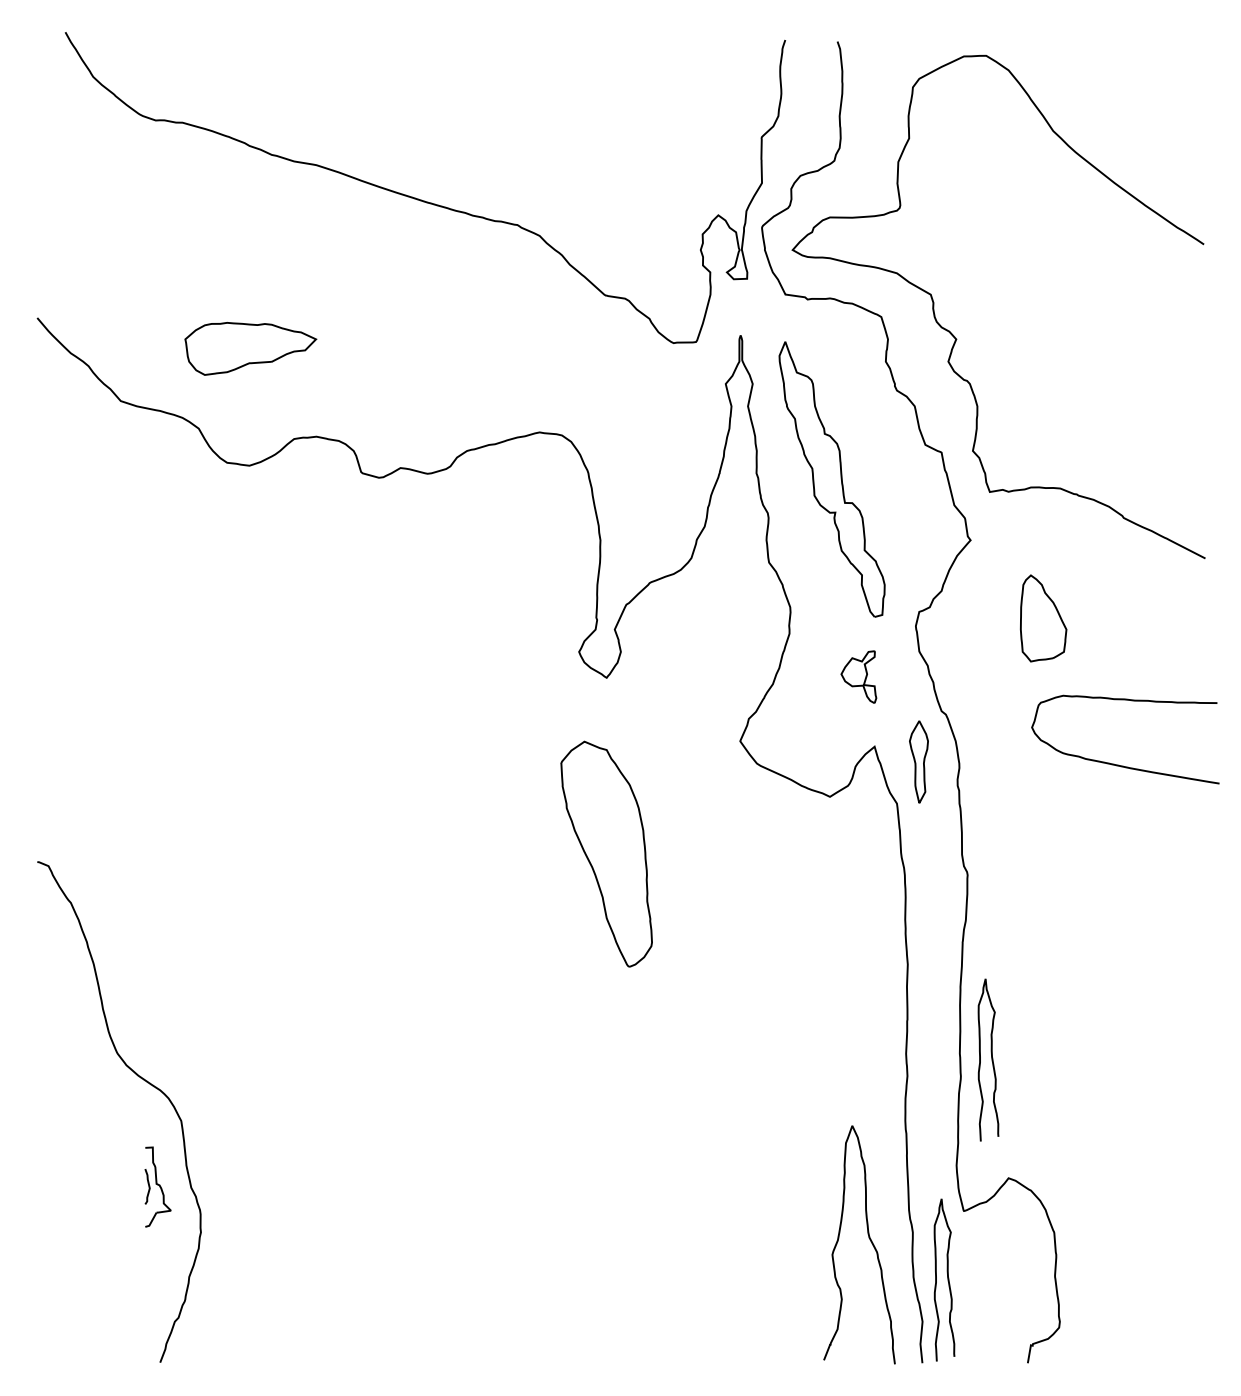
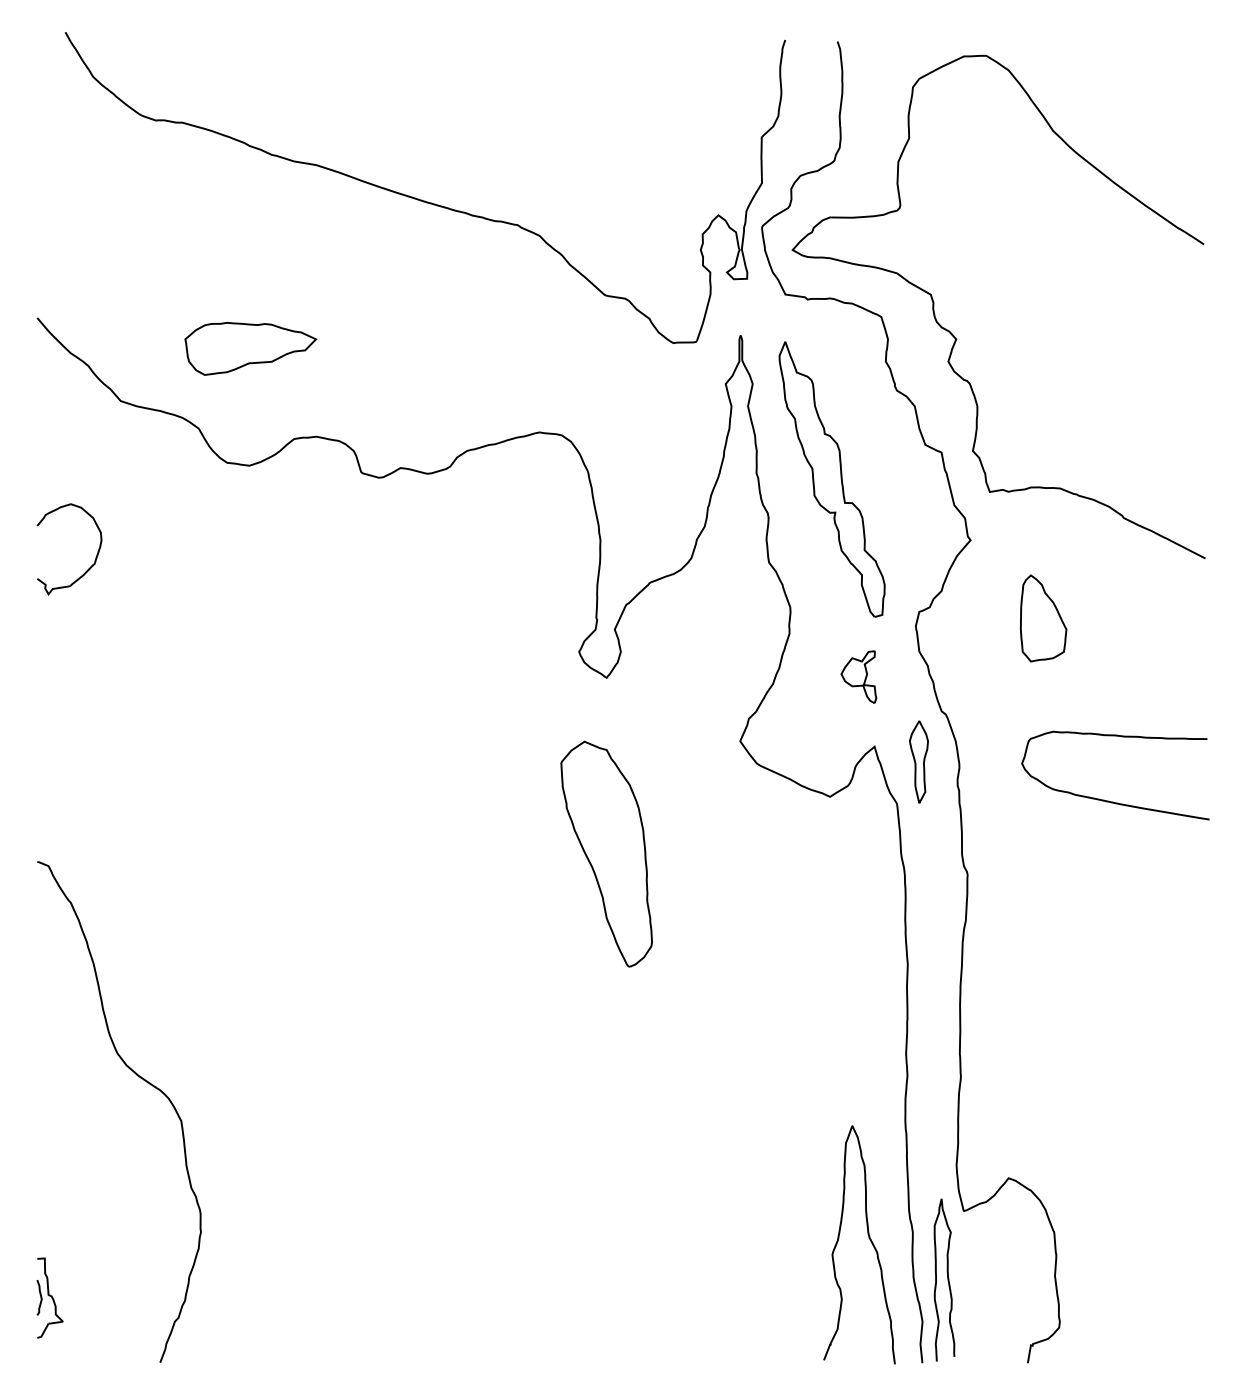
part at (88, 568): none -> present
curve at (1118, 764) position: (1118, 764) -> (1108, 800)
curve at (991, 1059): present -> none
part at (157, 1186) position: (157, 1186) -> (49, 1297)
